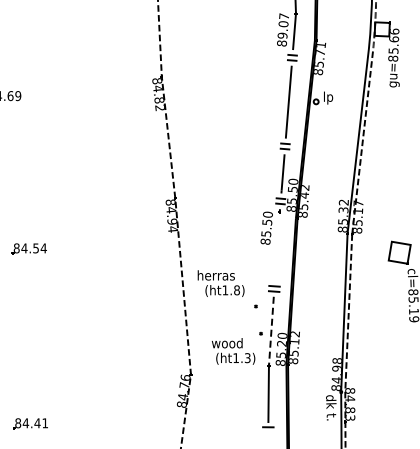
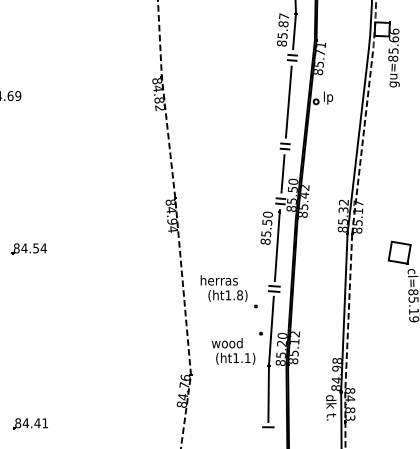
text at (282, 29): 89.07 -> 85.87
line at (276, 246): none -> present
text at (220, 283) position: (220, 283) -> (223, 288)
line at (271, 331): dashed -> solid
text at (247, 358): (ht1.3) -> (ht1.1)
